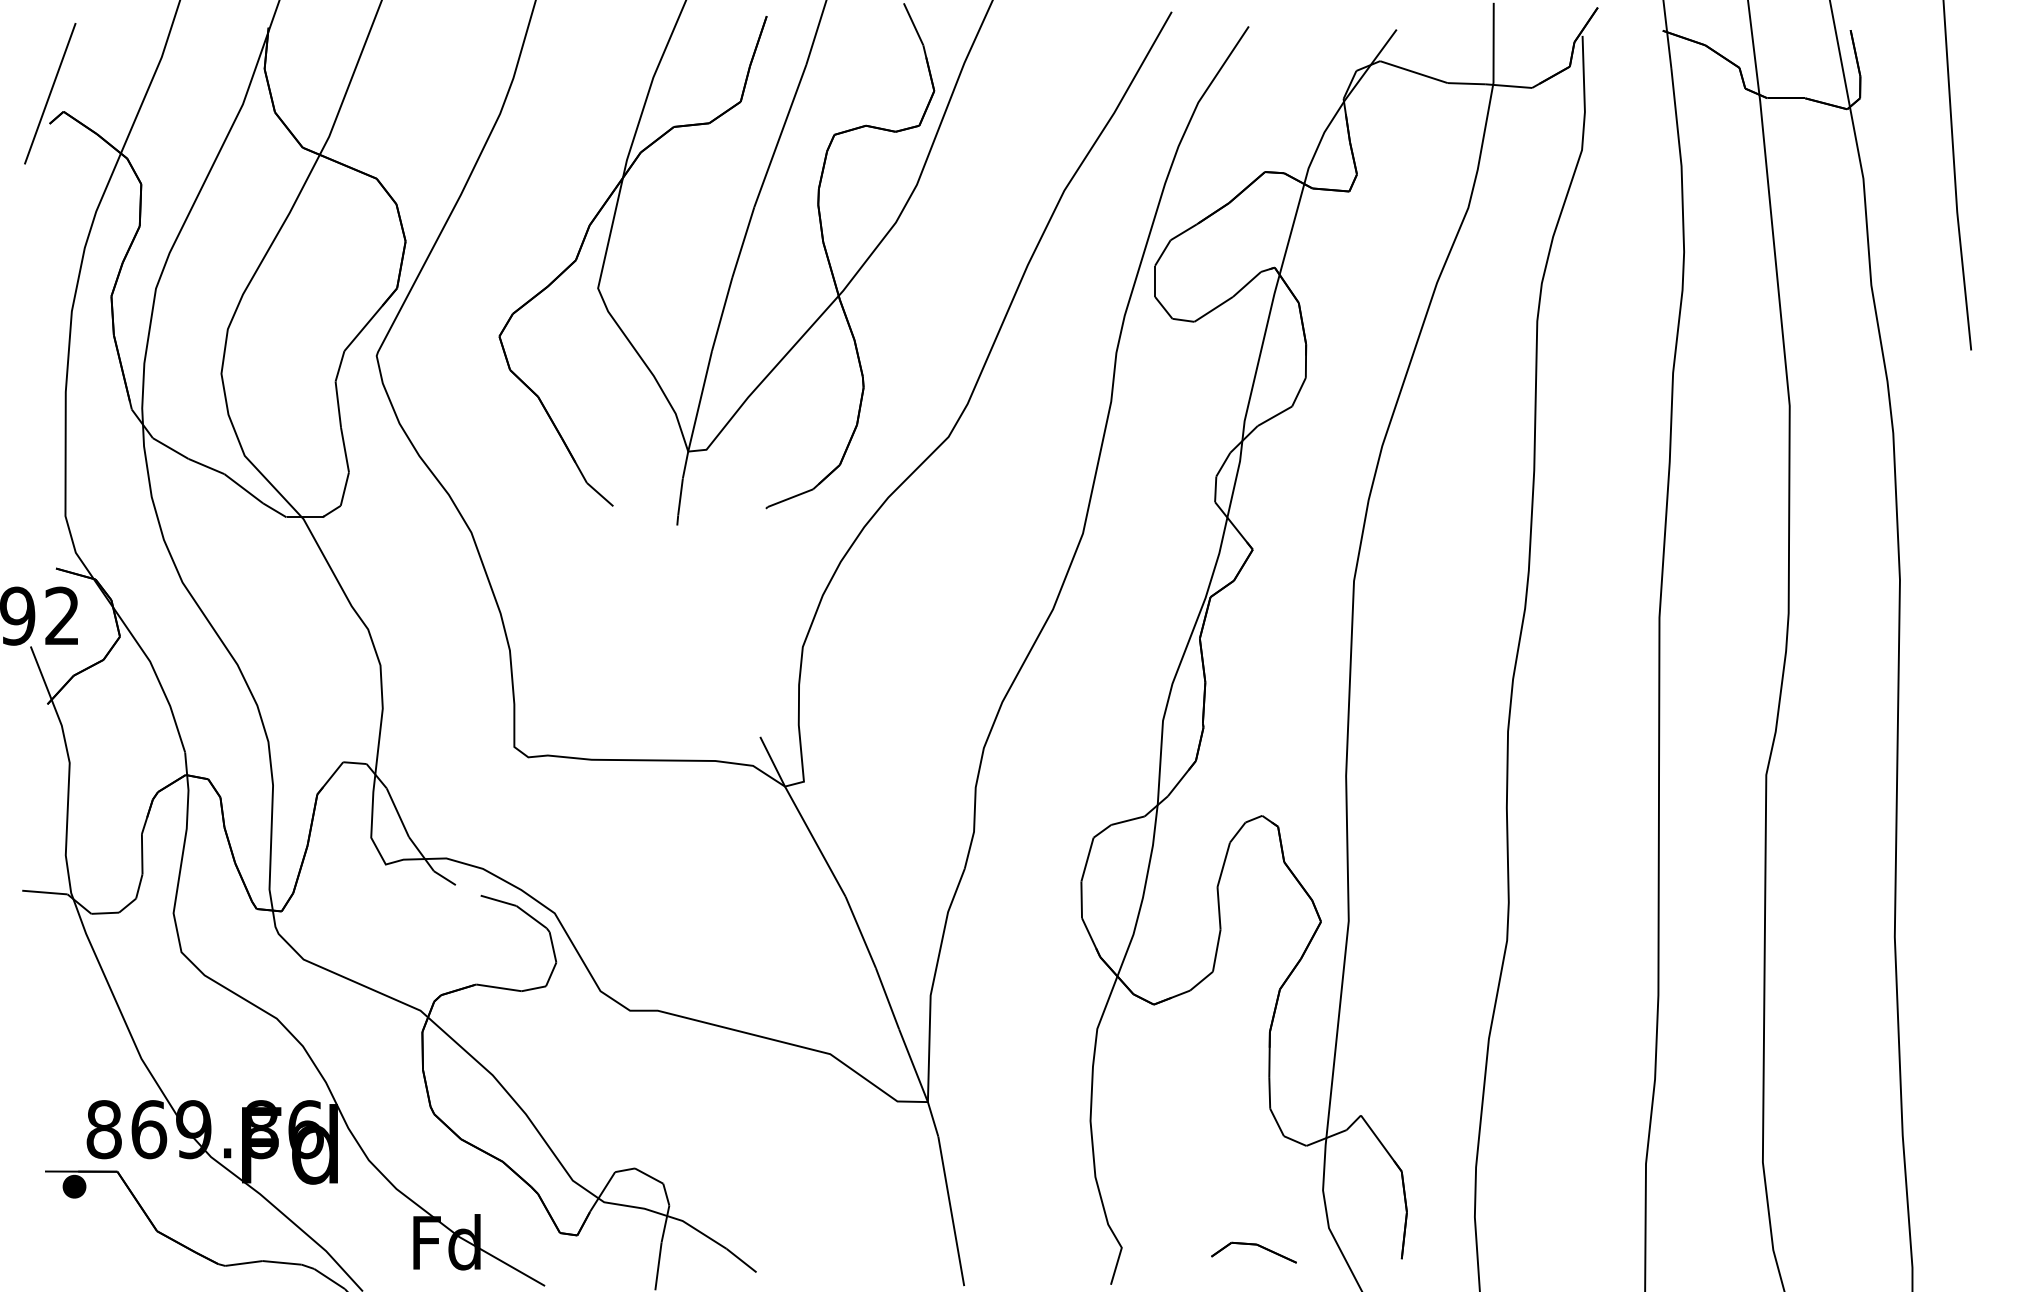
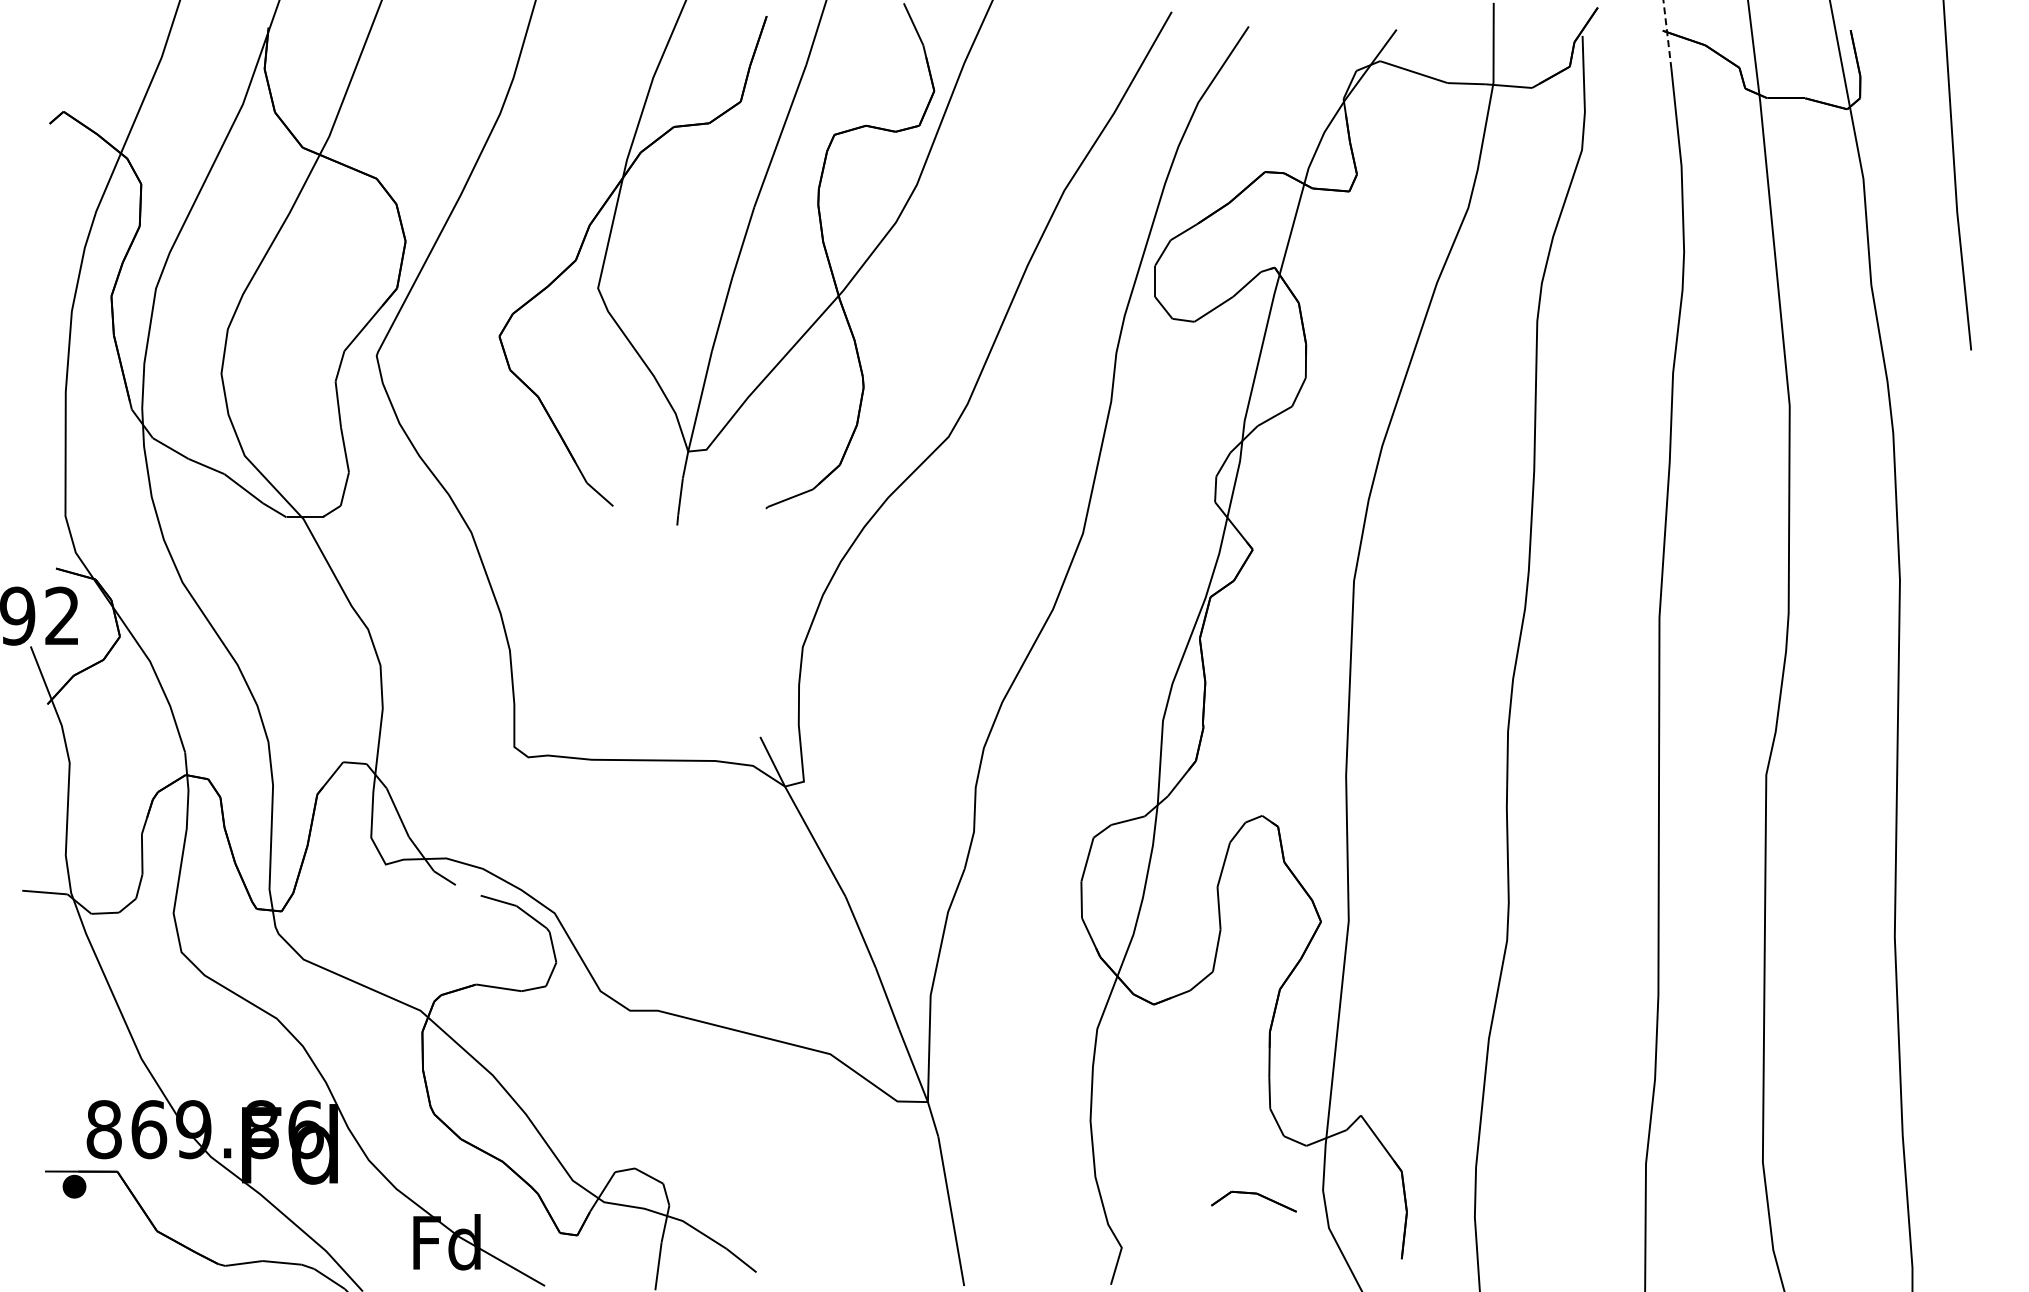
line at (1667, 34): solid -> dashed
line at (50, 93): present -> none
part at (1253, 1245) position: (1253, 1245) -> (1253, 1194)
